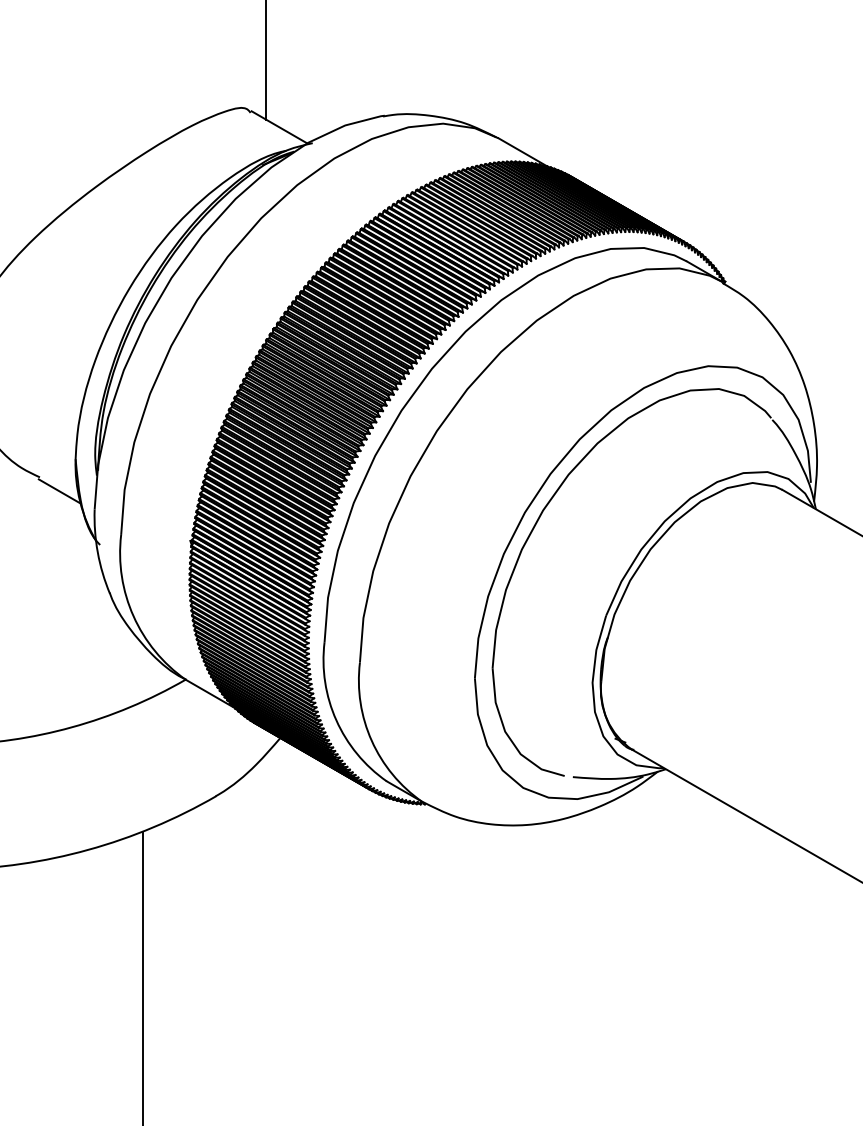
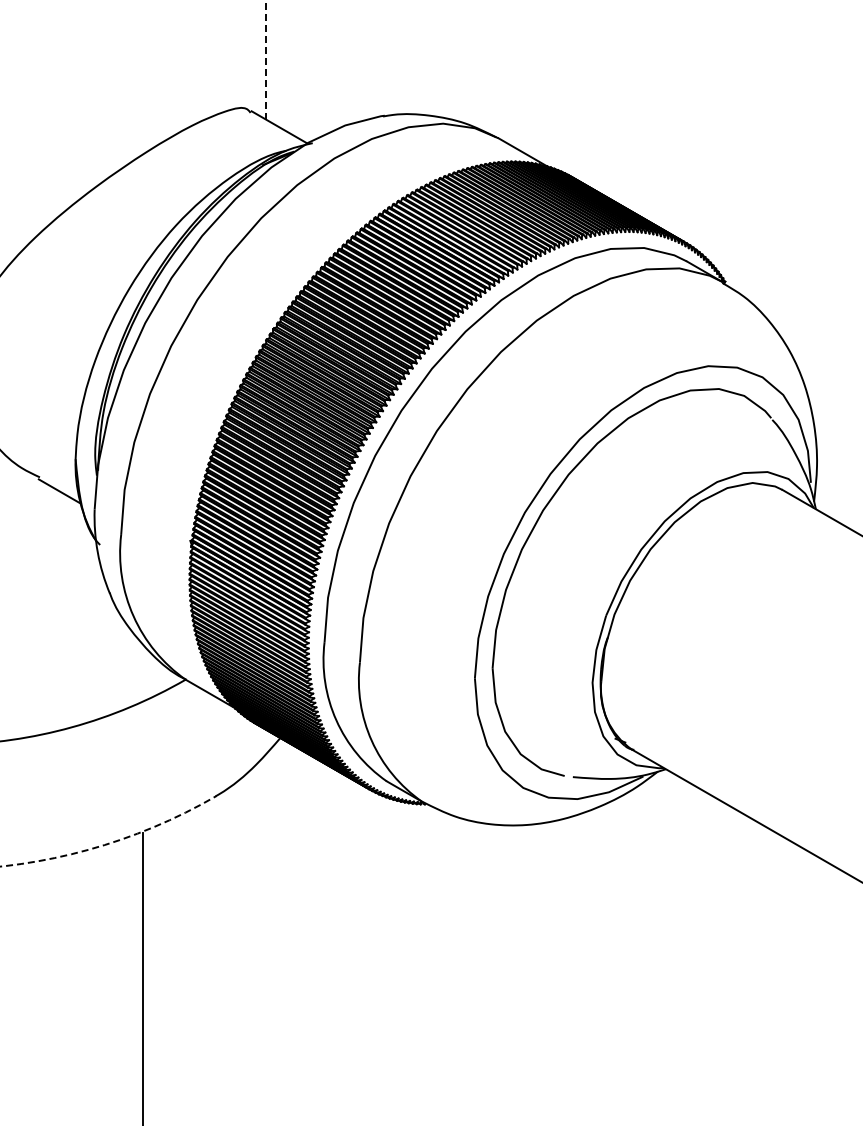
line at (266, 59): solid -> dashed
arc at (111, 842): solid -> dashed
